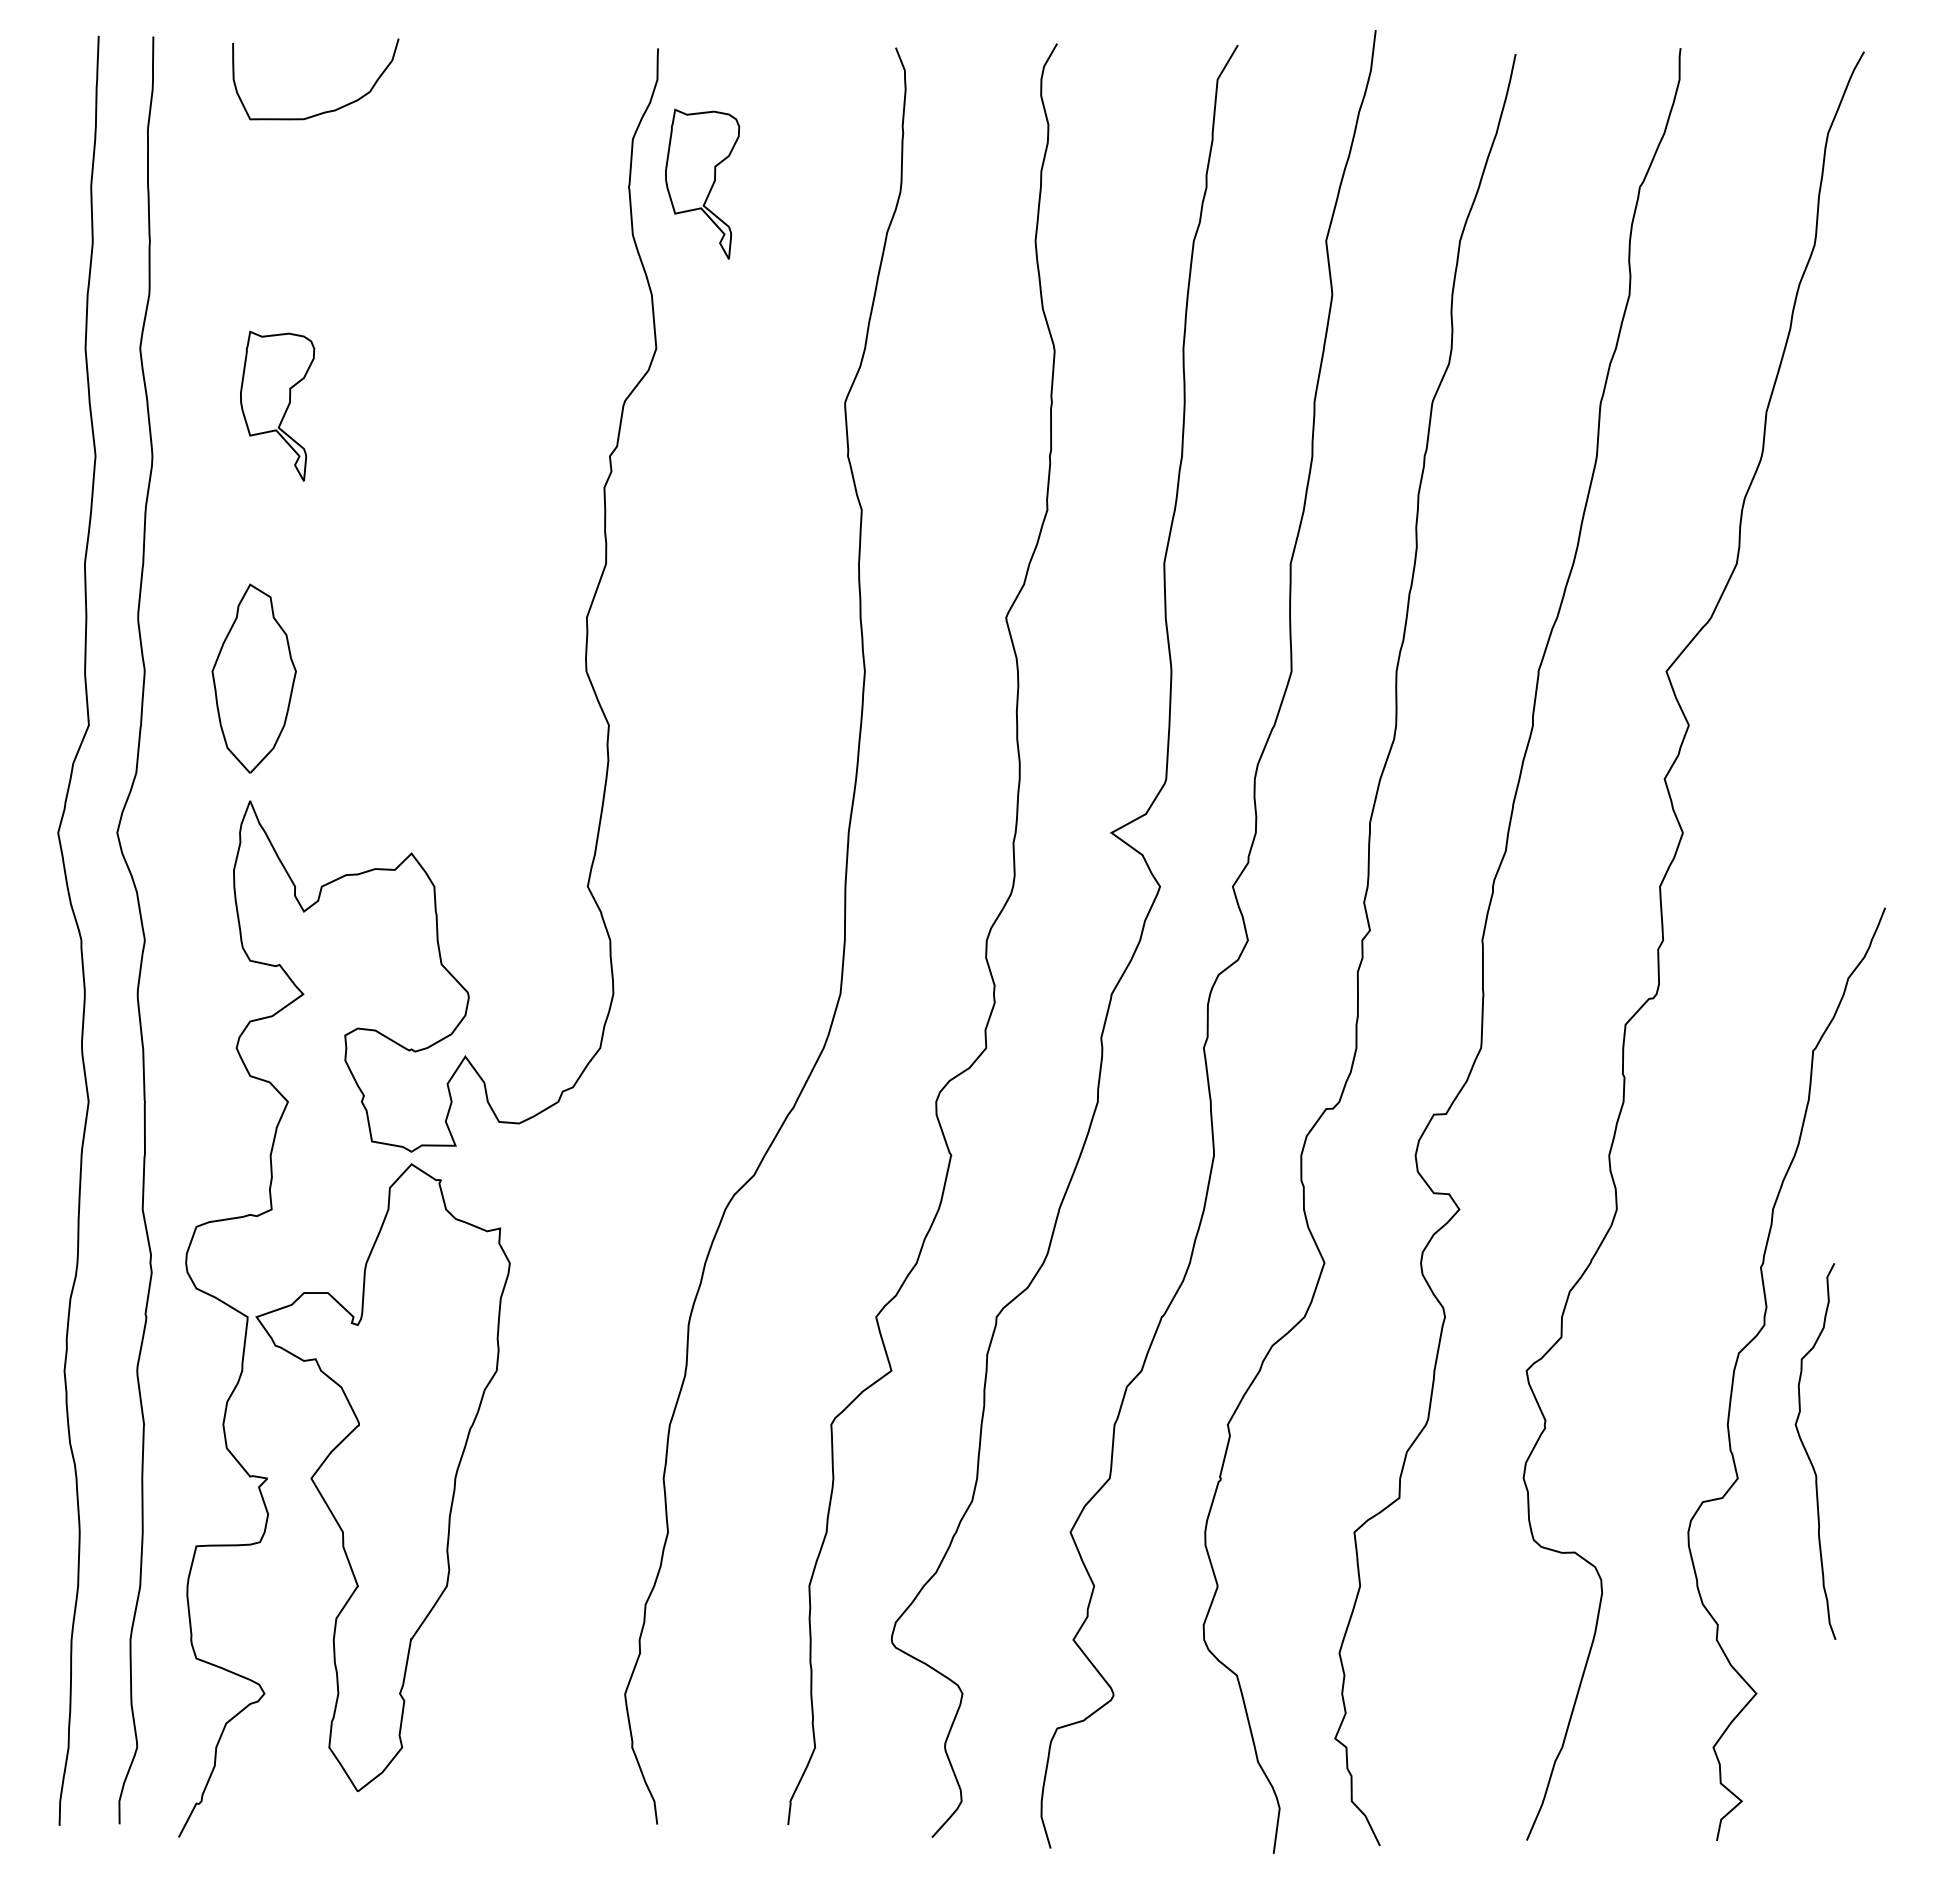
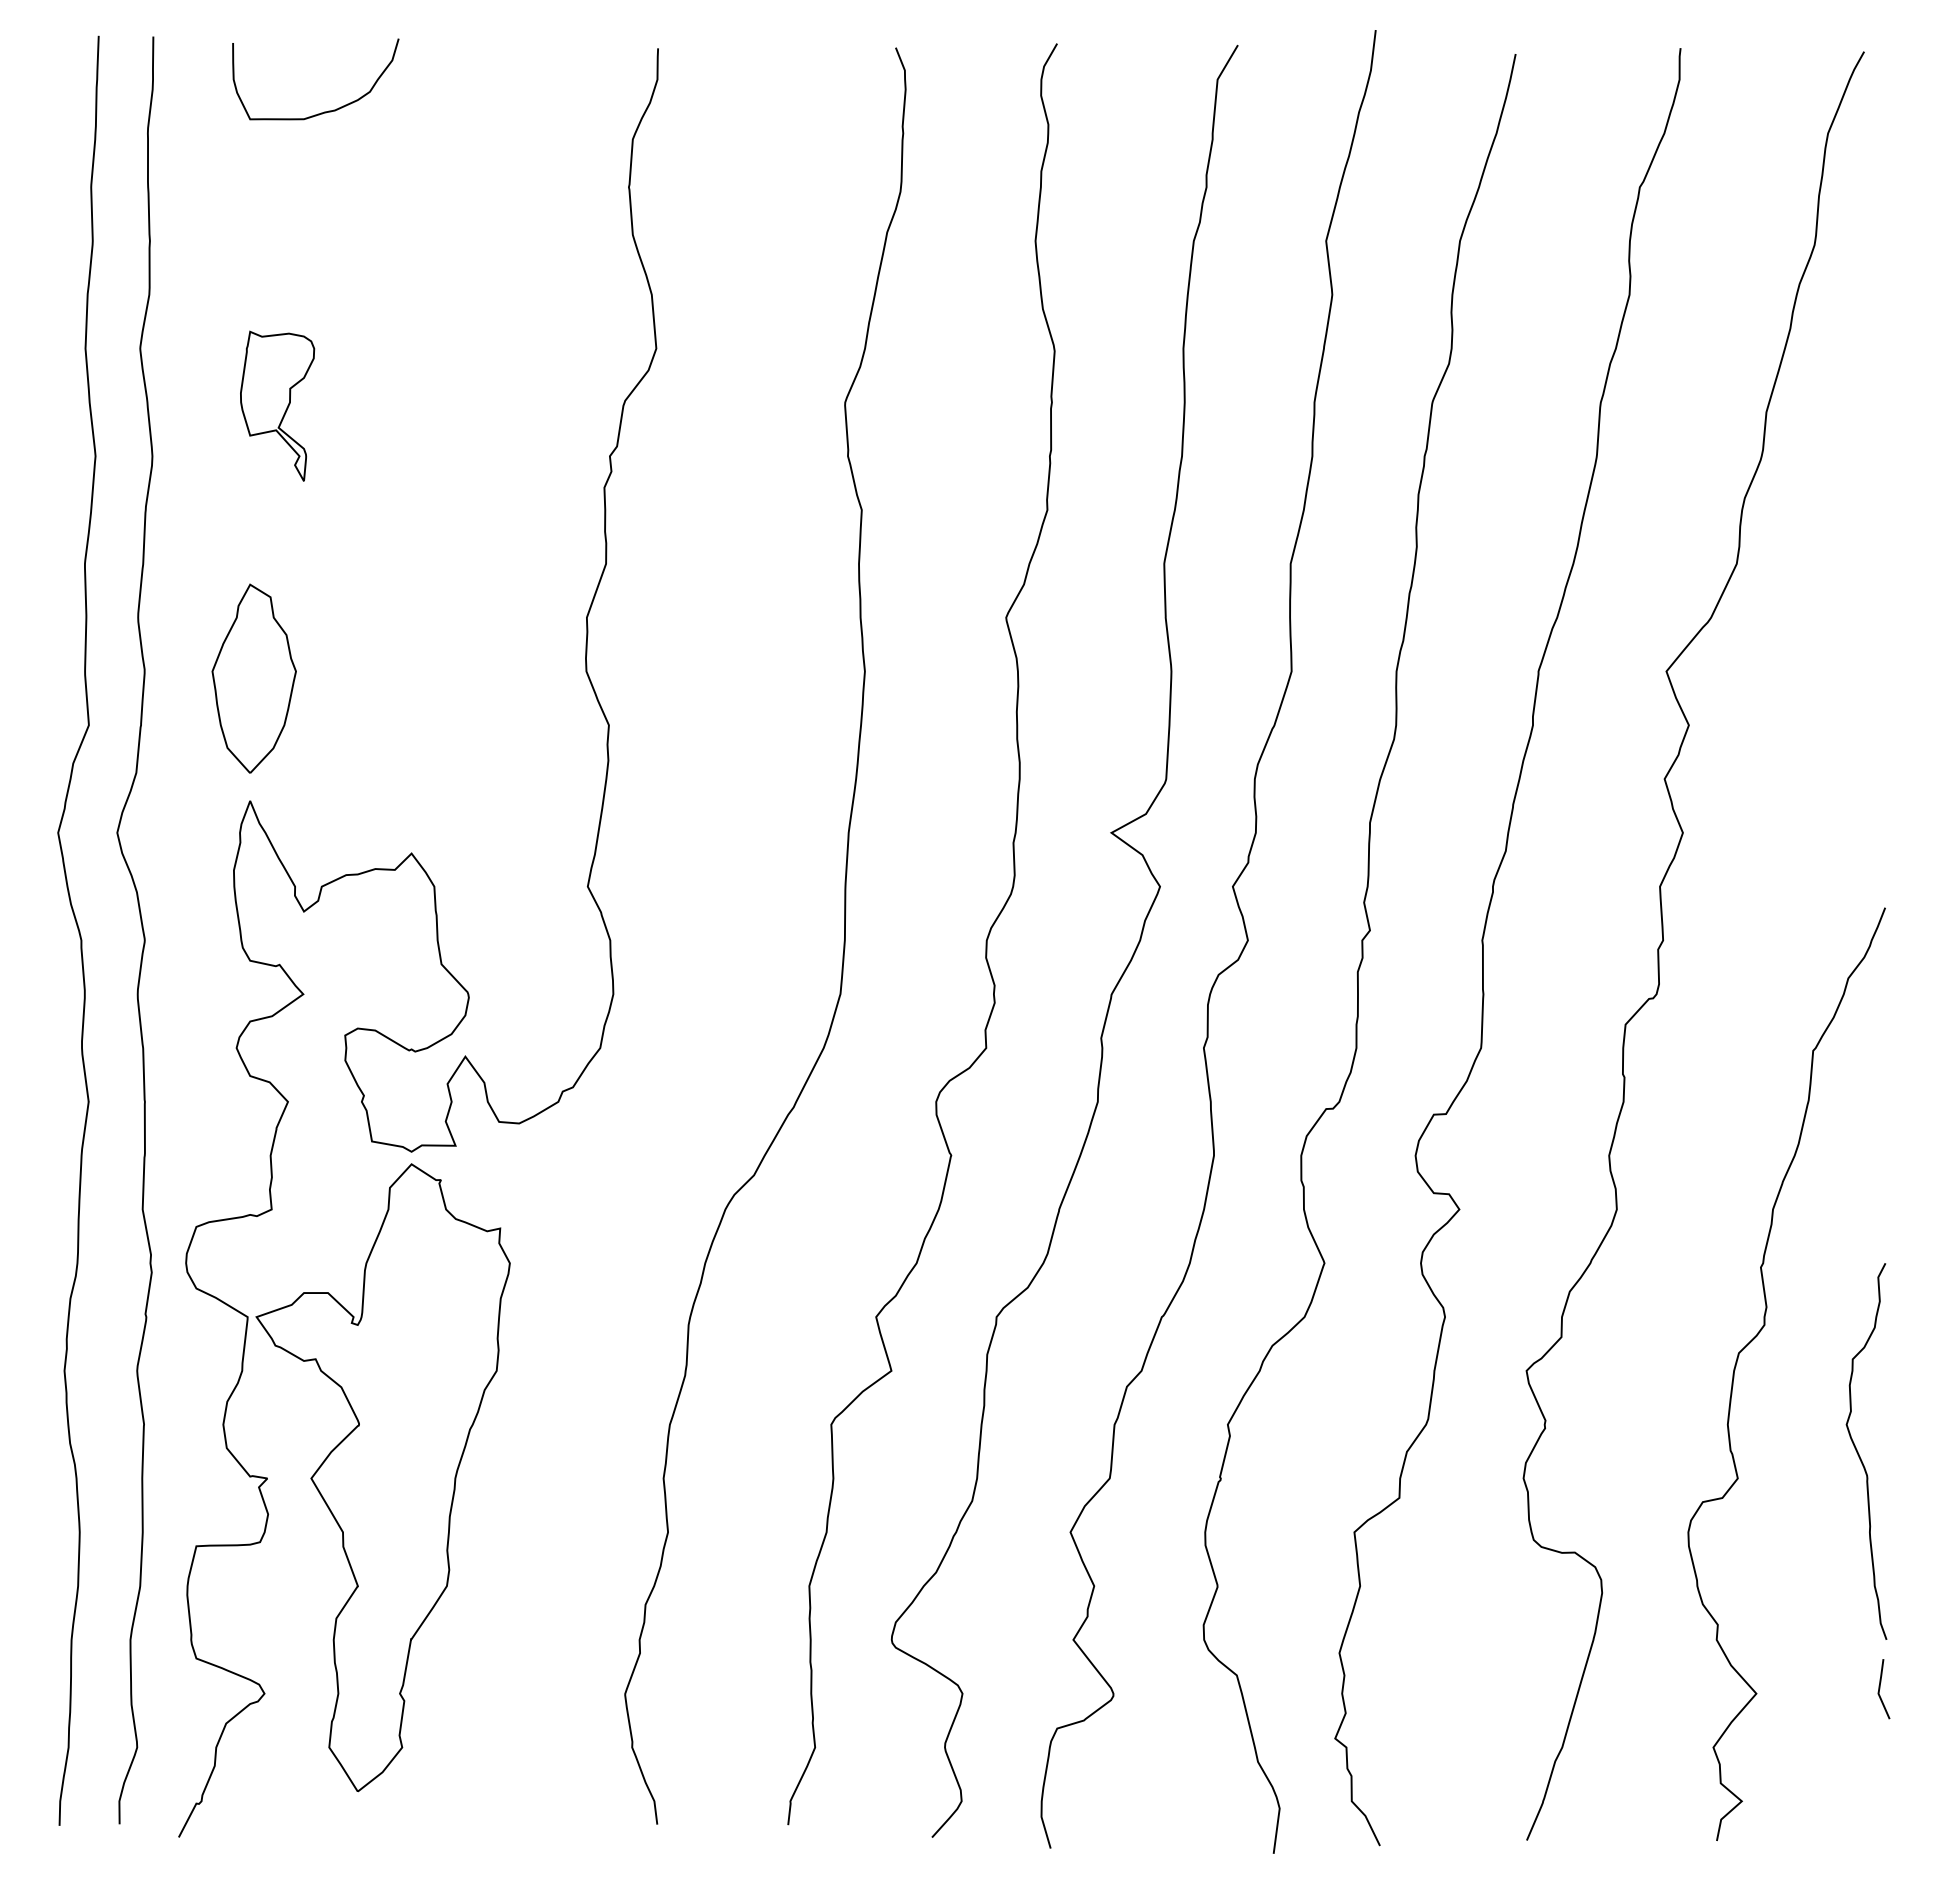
part at (702, 183): present -> none
curve at (1808, 1454) position: (1808, 1454) -> (1859, 1454)
line at (1880, 1689): none -> present
